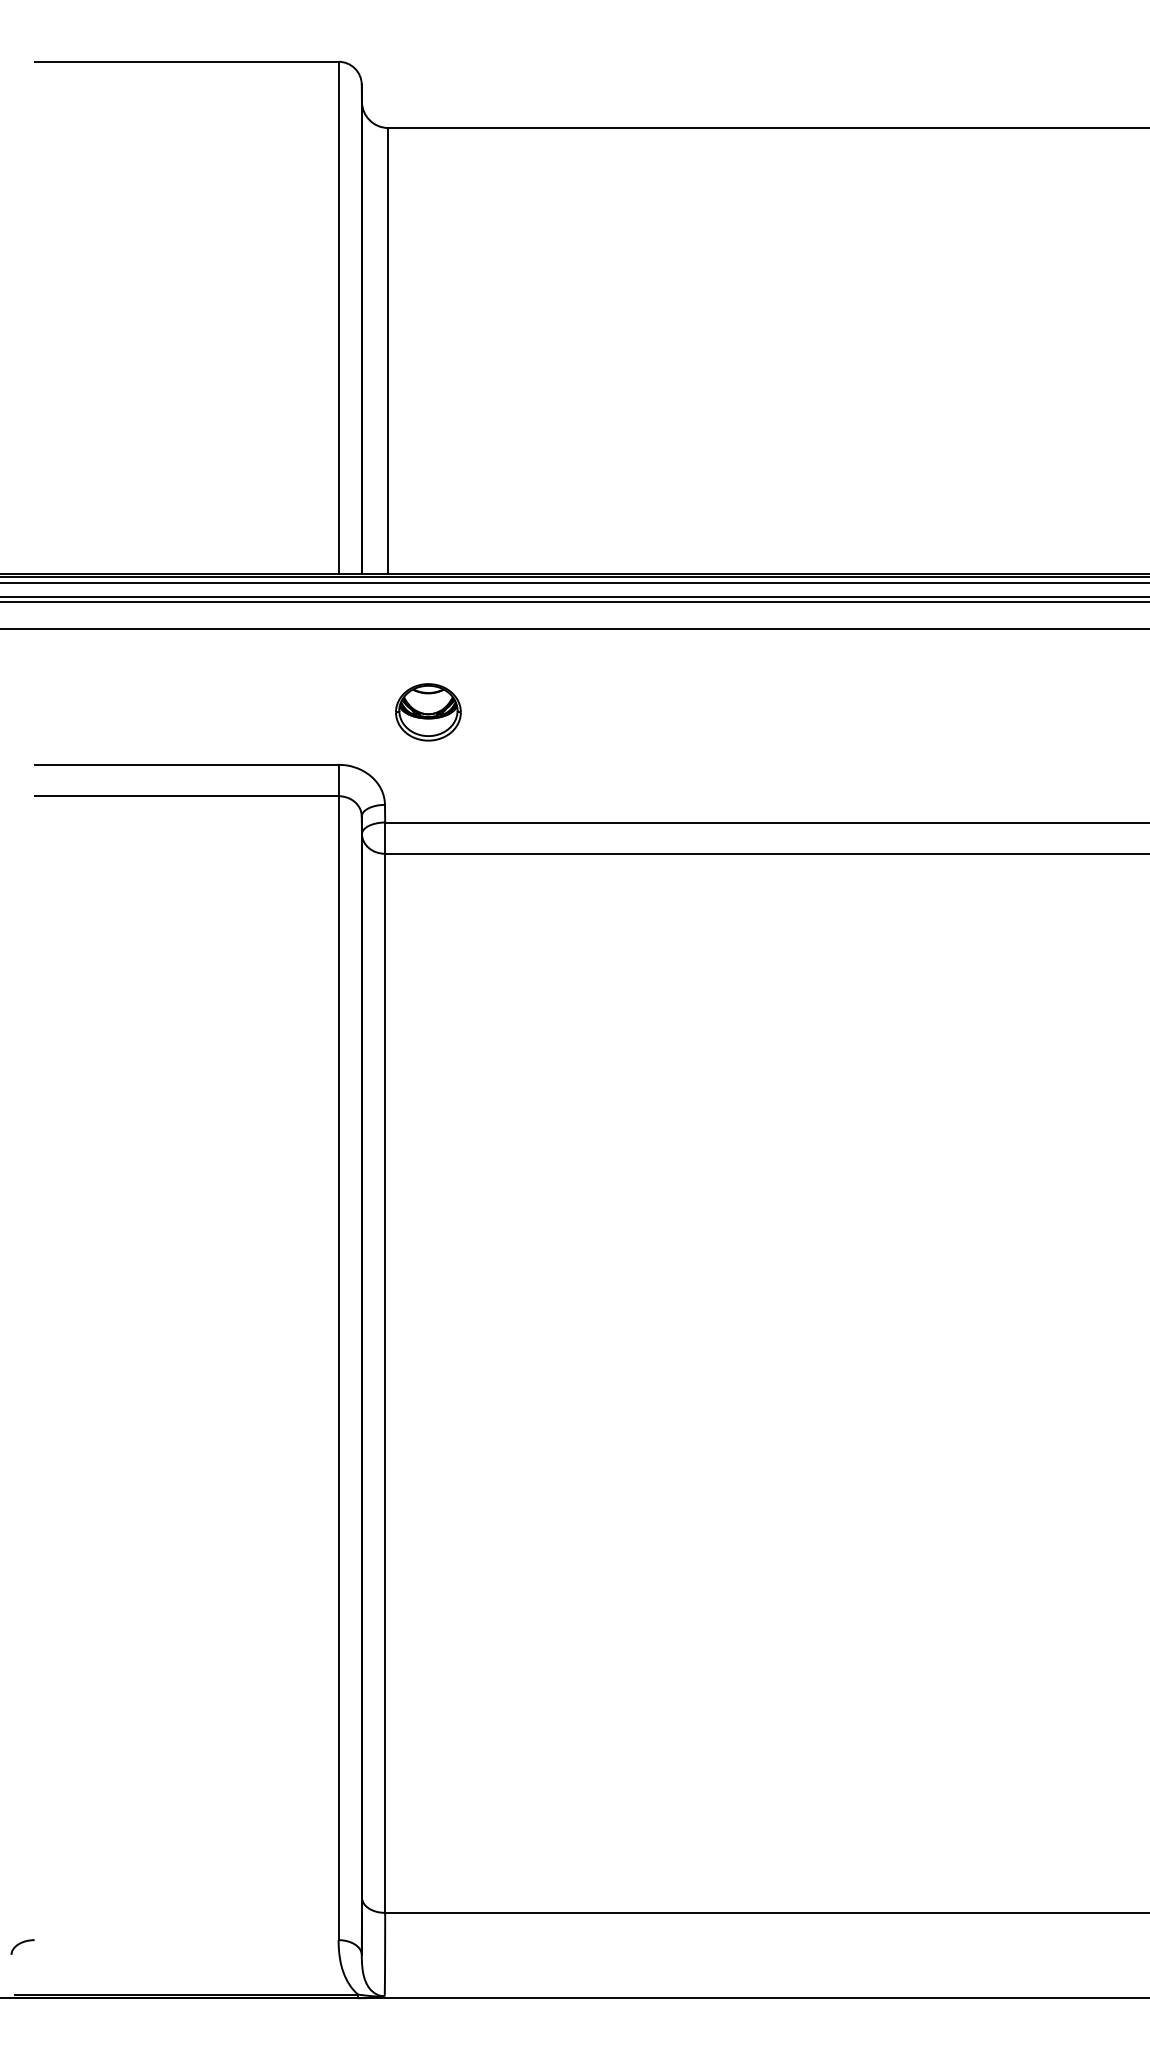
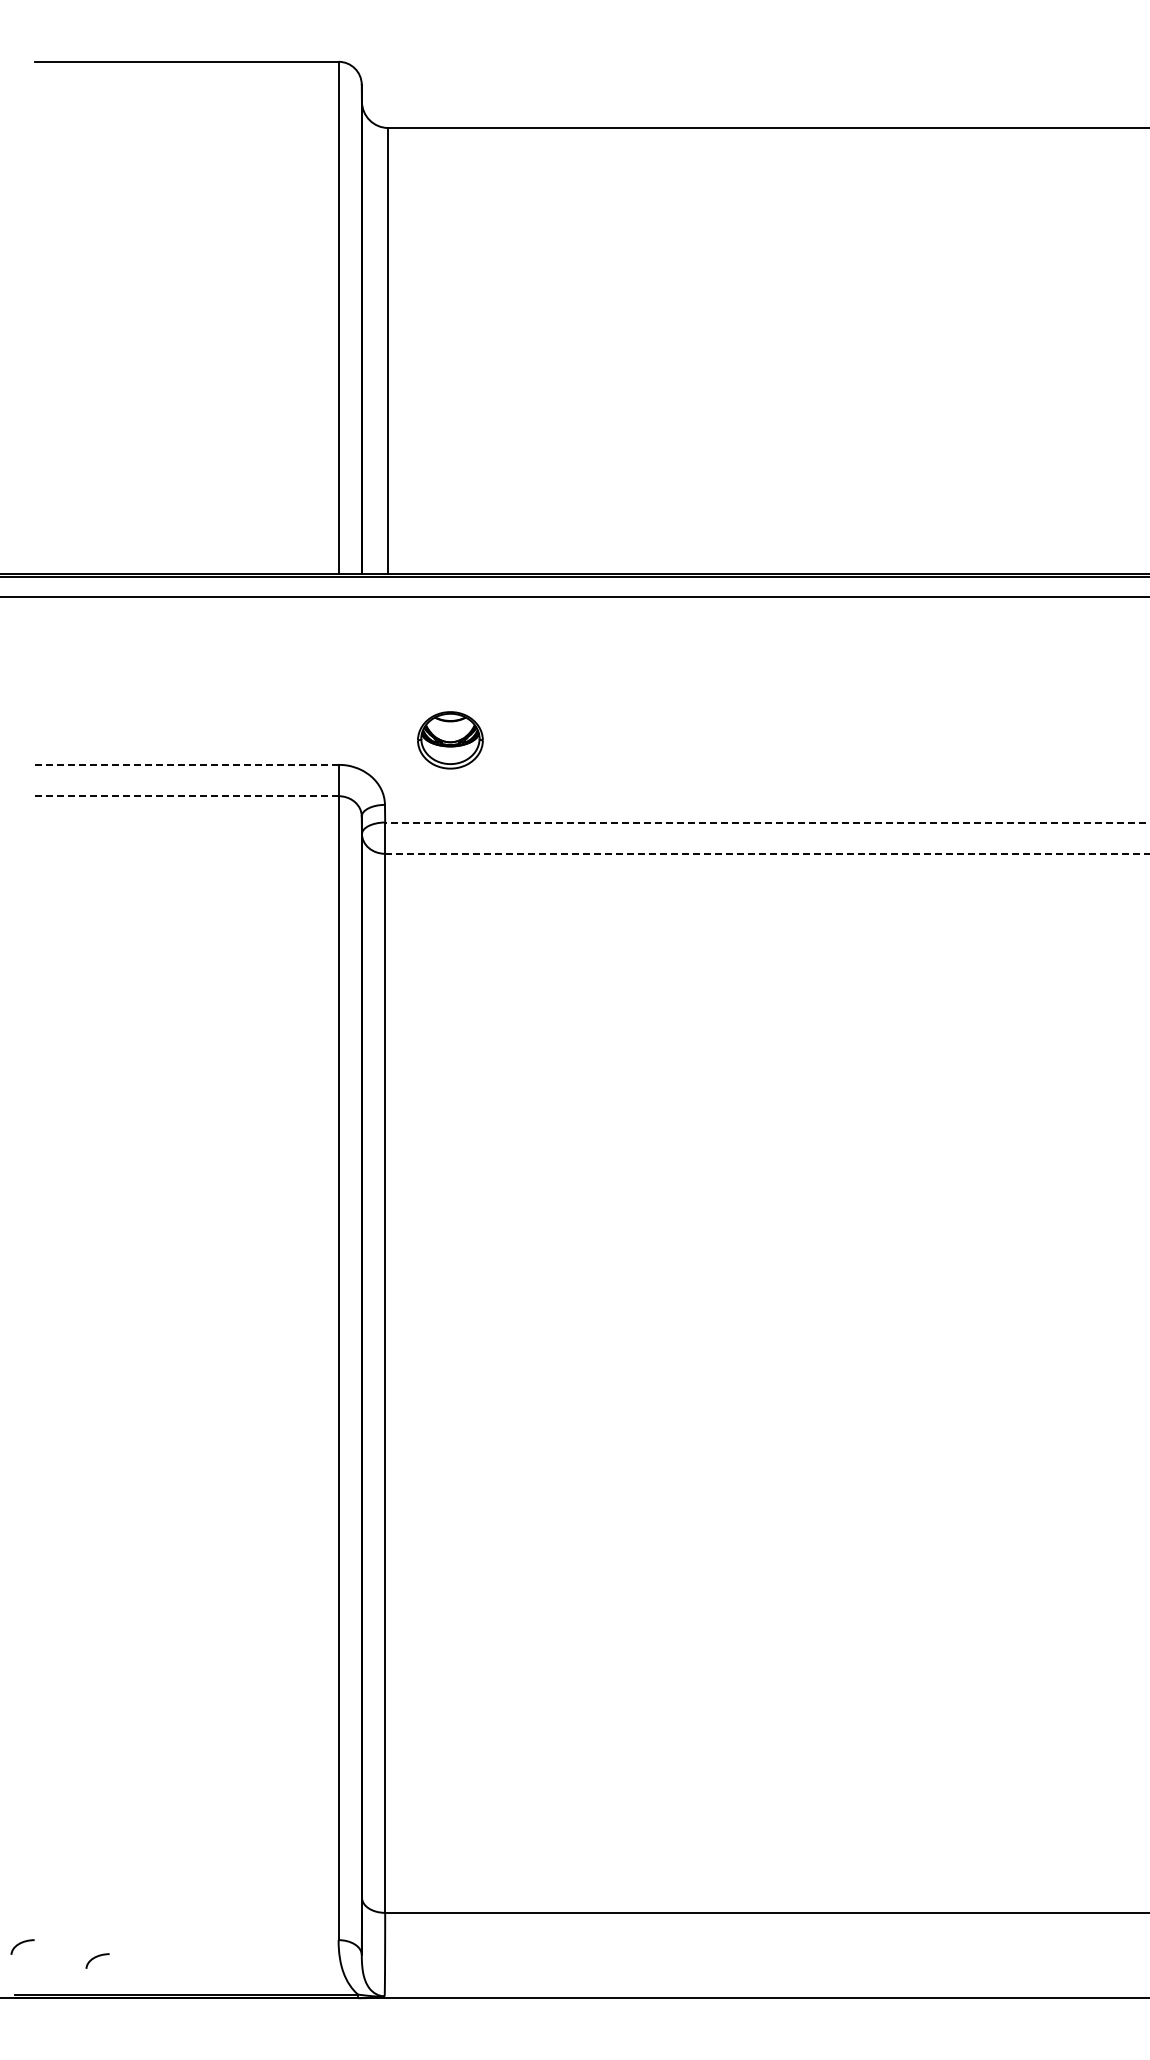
line at (574, 583): present -> none
line at (574, 601): present -> none
line at (574, 628): present -> none
part at (428, 712) position: (428, 712) -> (450, 740)
line at (186, 764): solid -> dashed
line at (186, 796): solid -> dashed
line at (766, 822): solid -> dashed
line at (767, 853): solid -> dashed
curve at (95, 1958): none -> present
